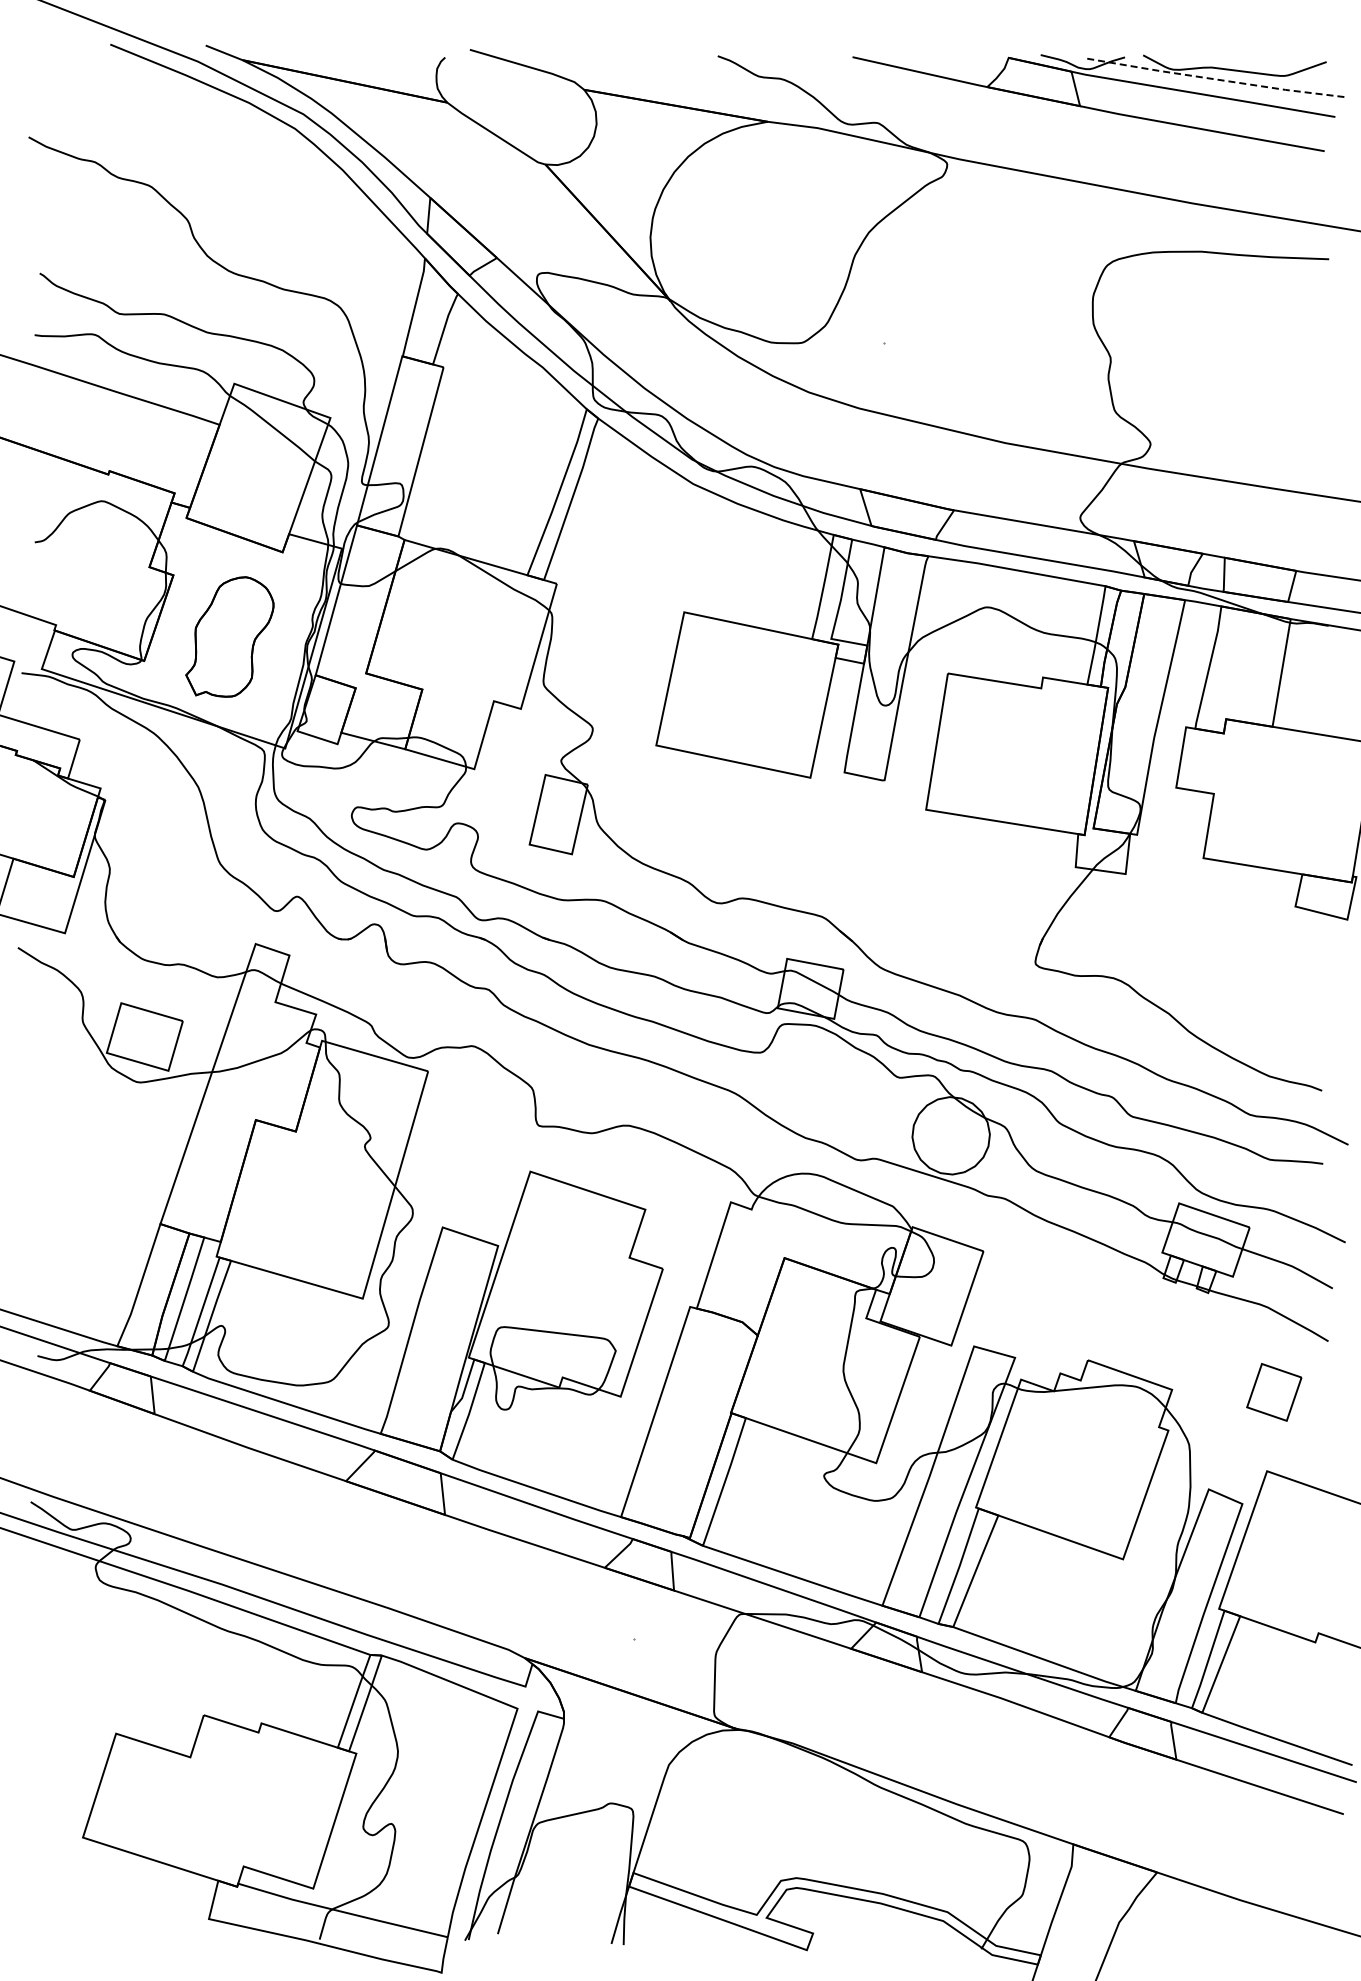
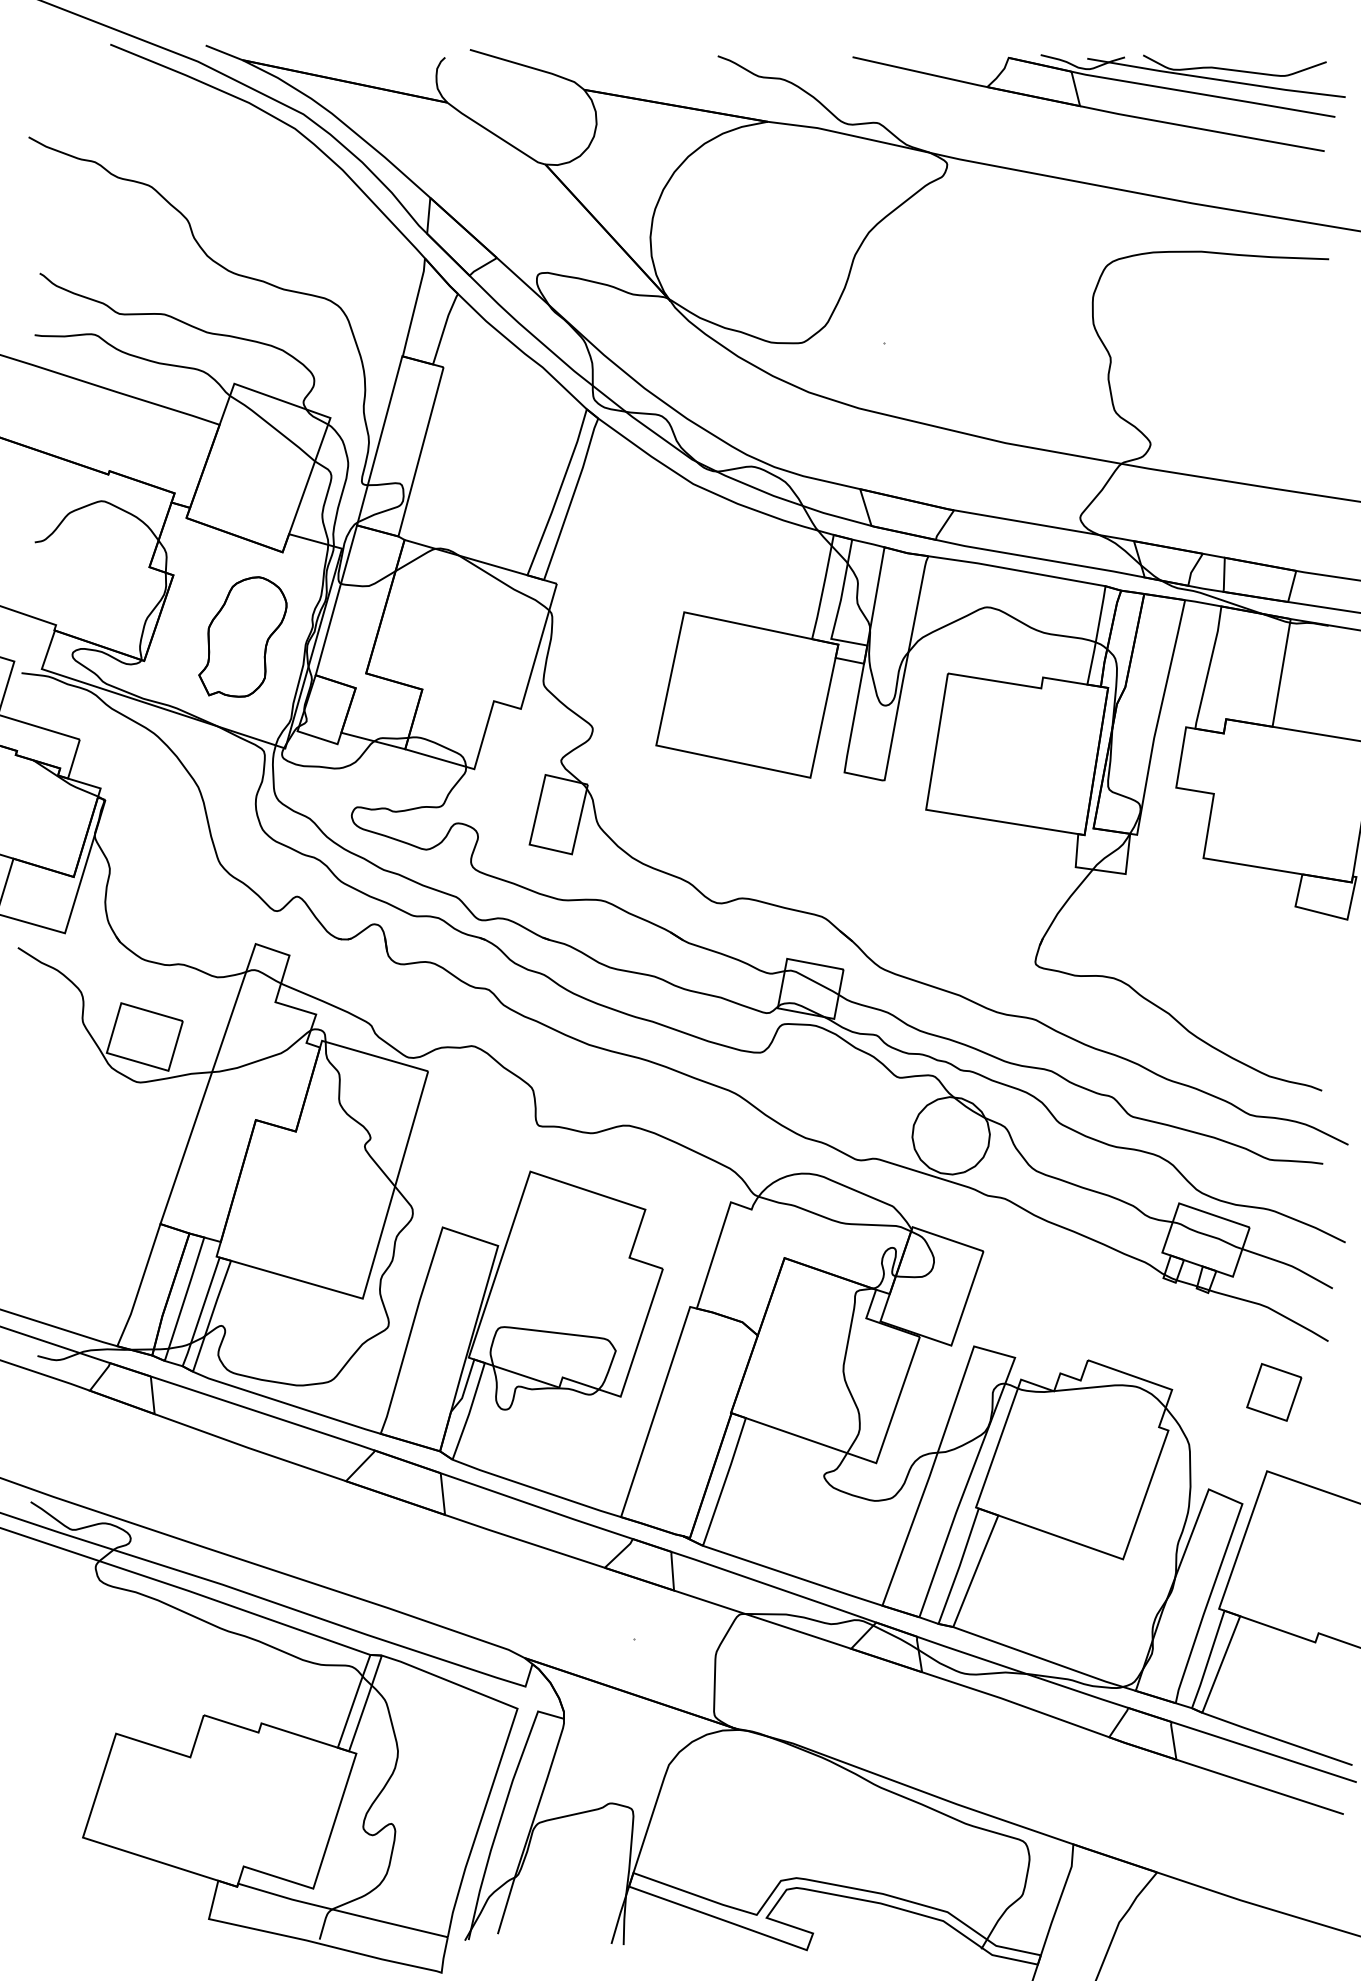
line at (1216, 79): dashed -> solid
part at (229, 636) position: (229, 636) -> (242, 636)
